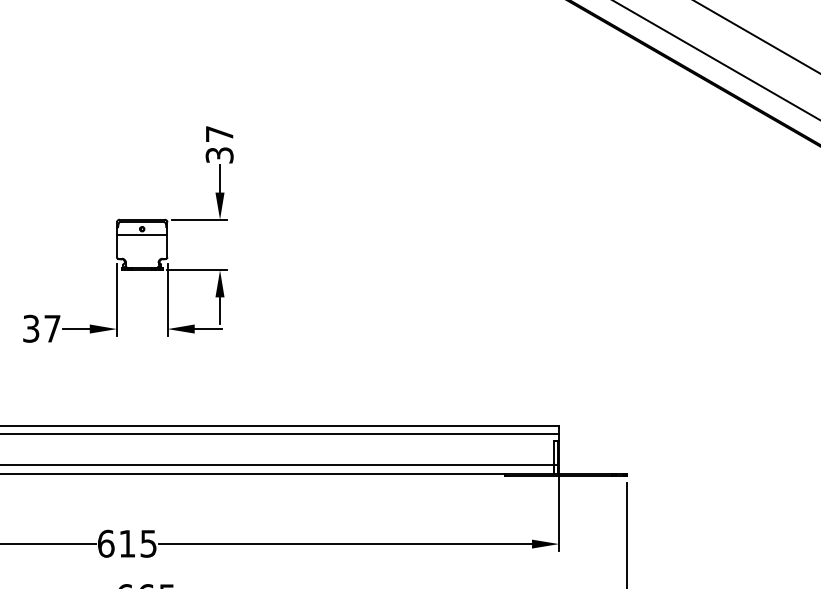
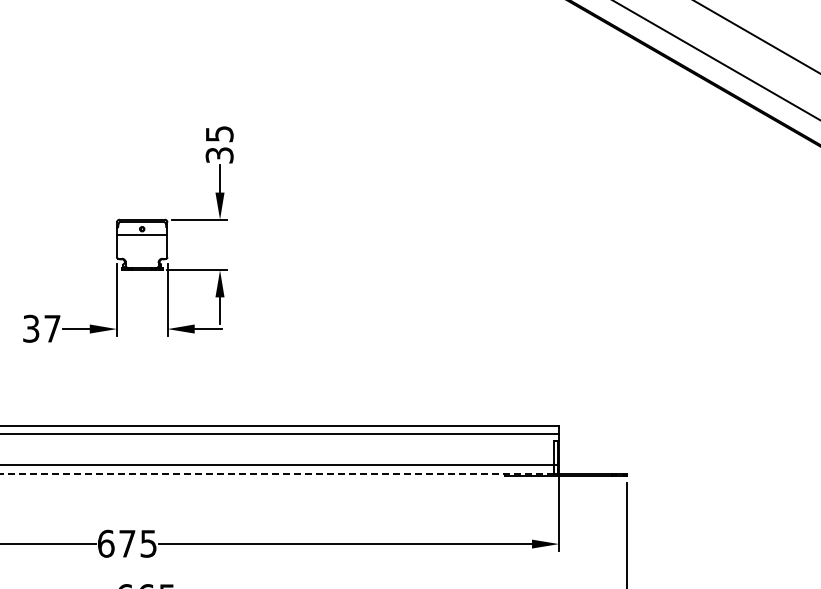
text at (219, 134): 37 -> 35
line at (277, 473): solid -> dashed
text at (127, 543): 615 -> 675
